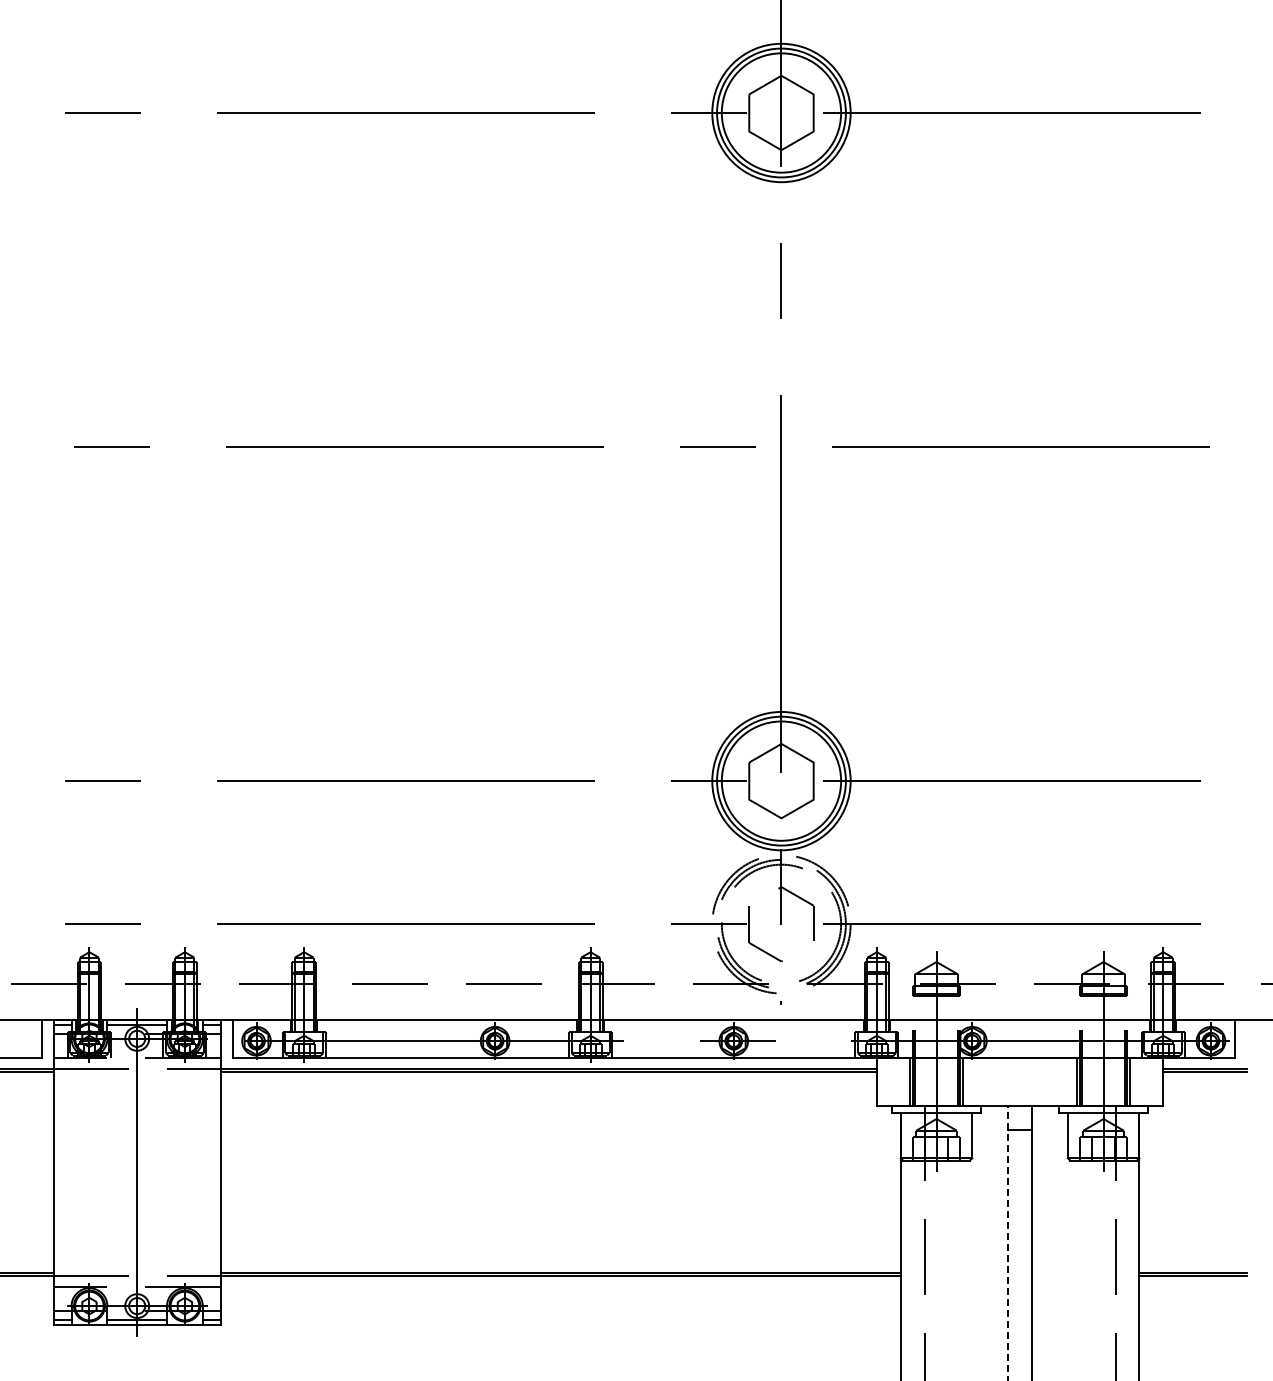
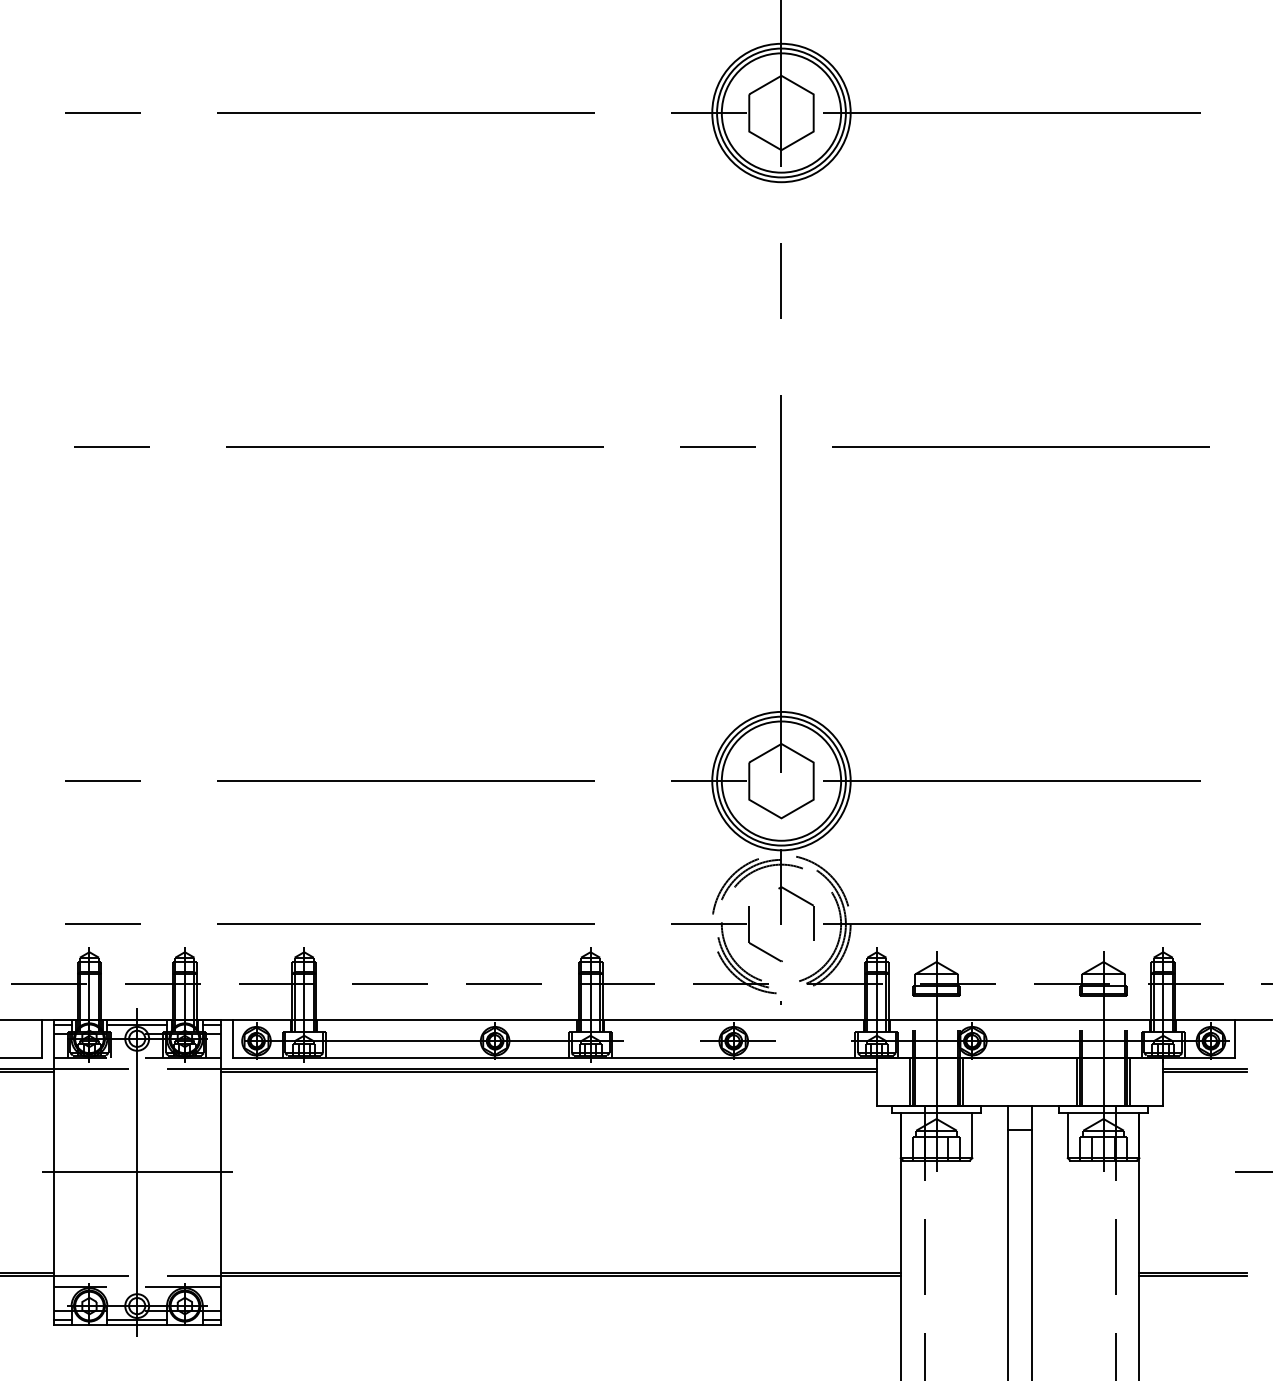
line at (136, 1172): none -> present
line at (1251, 1172): none -> present
line at (1008, 1242): dashed -> solid
